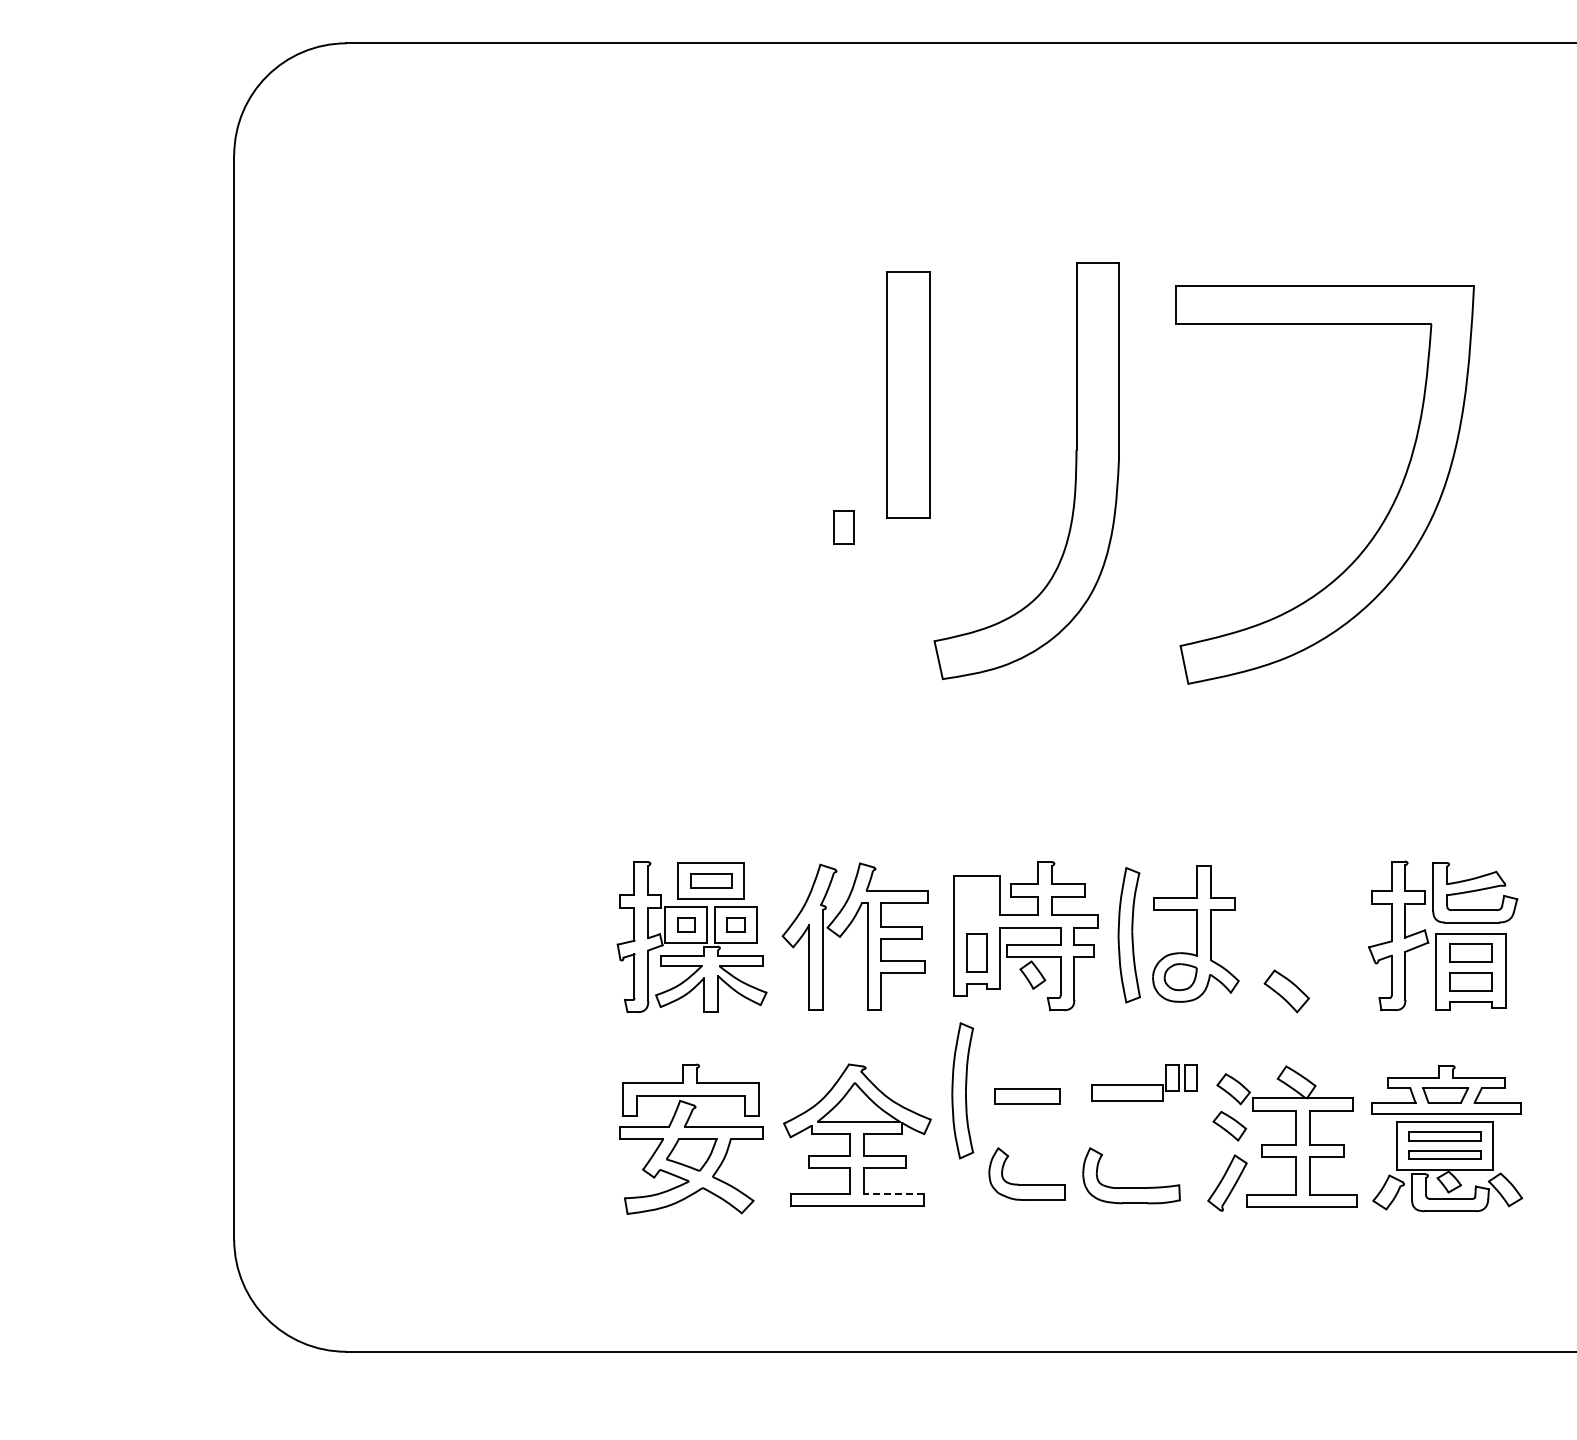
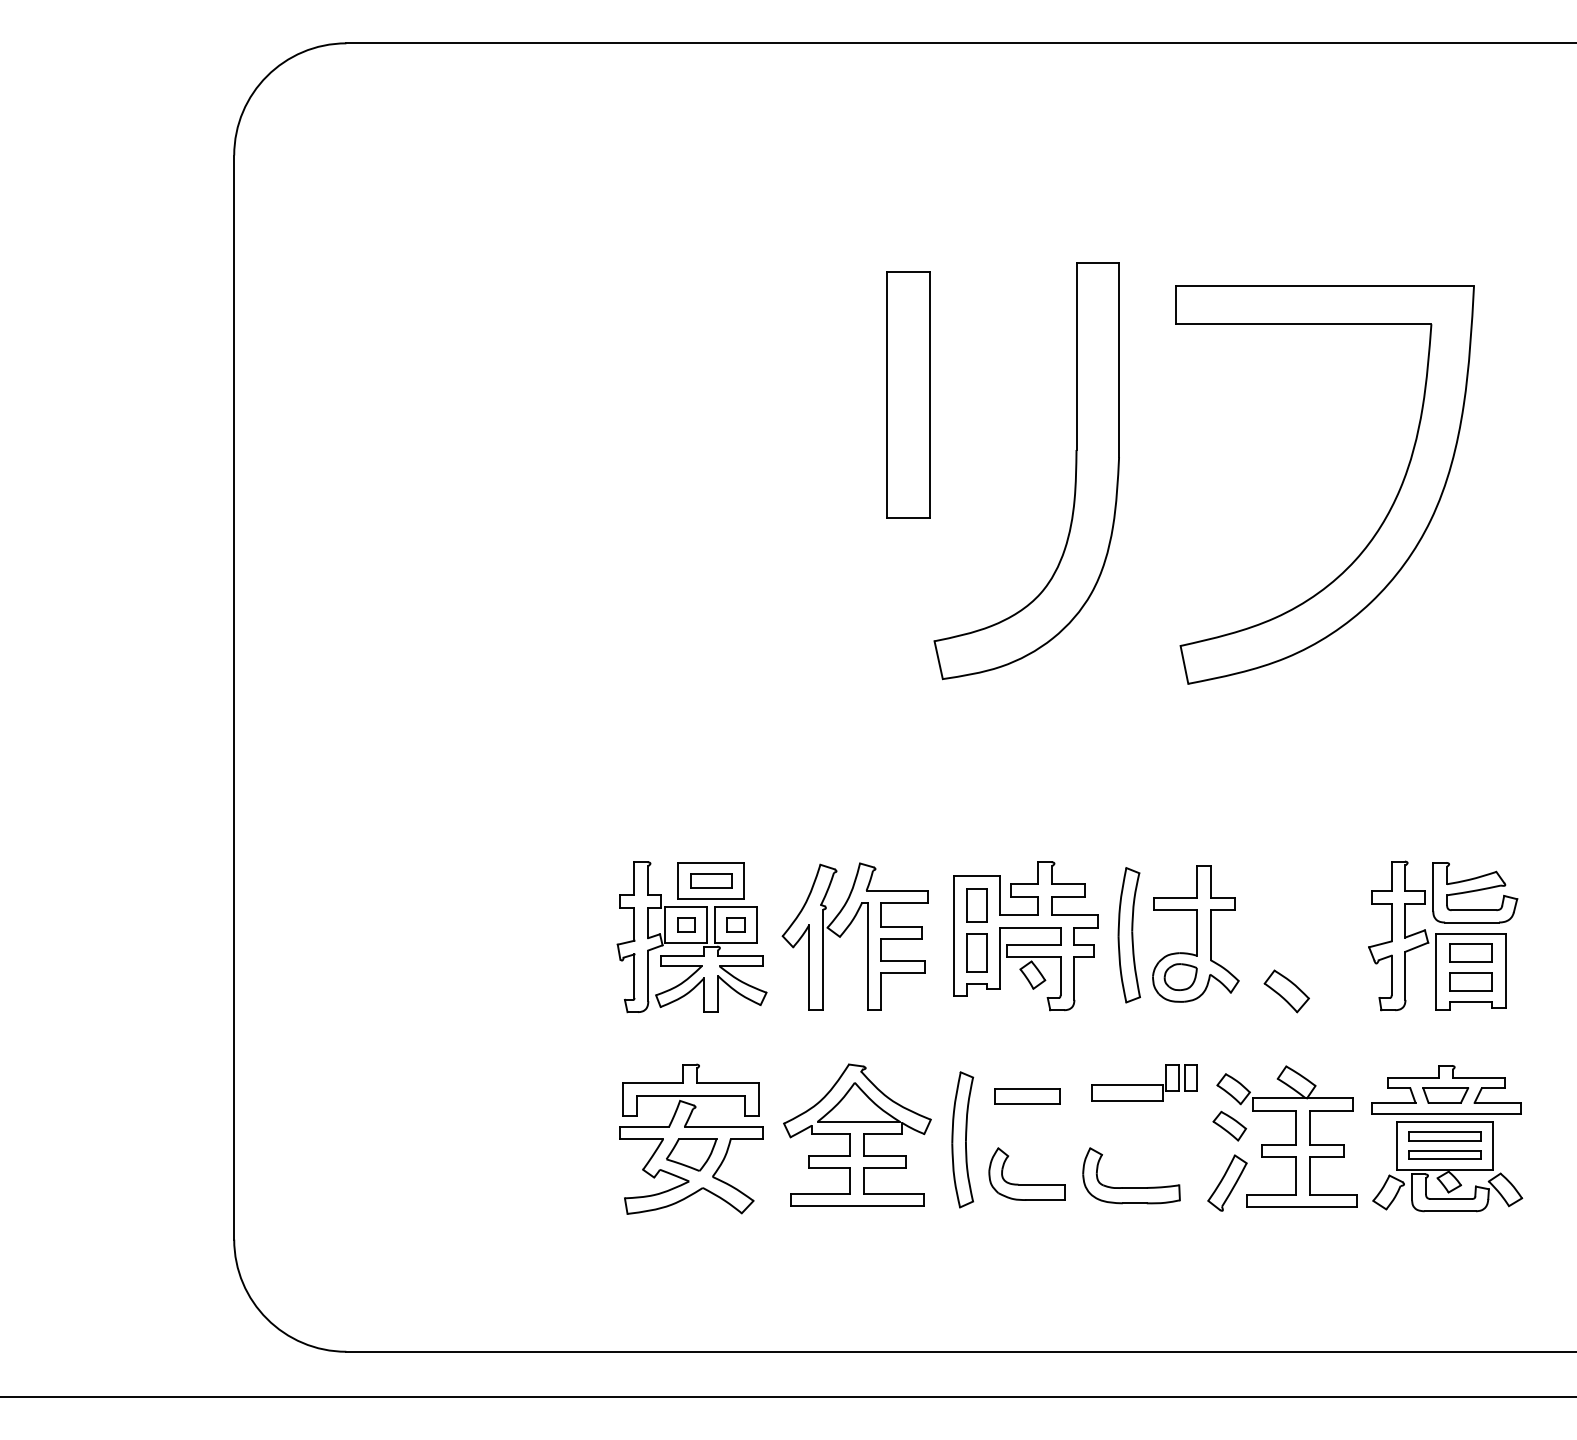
part at (843, 527) position: (843, 527) -> (976, 905)
part at (962, 1090) position: (962, 1090) -> (962, 1139)
line at (893, 1193): dashed -> solid
line at (787, 1396): none -> present
